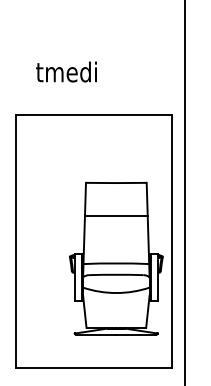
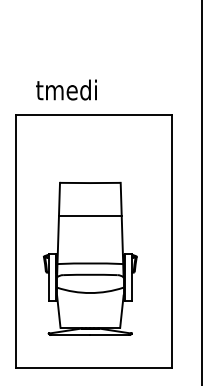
text at (66, 71) position: (66, 71) -> (66, 89)
line at (185, 192) position: (185, 192) -> (202, 192)
part at (116, 258) position: (116, 258) -> (90, 258)
